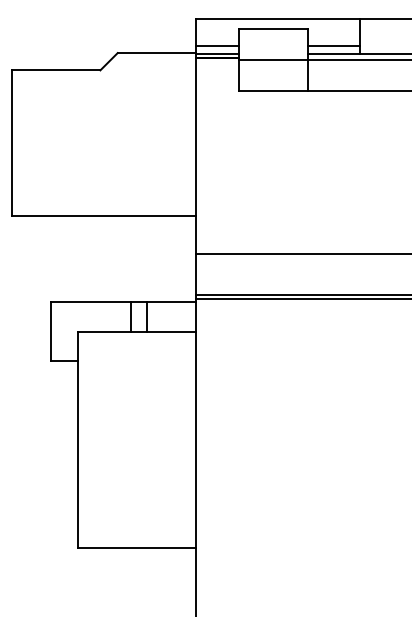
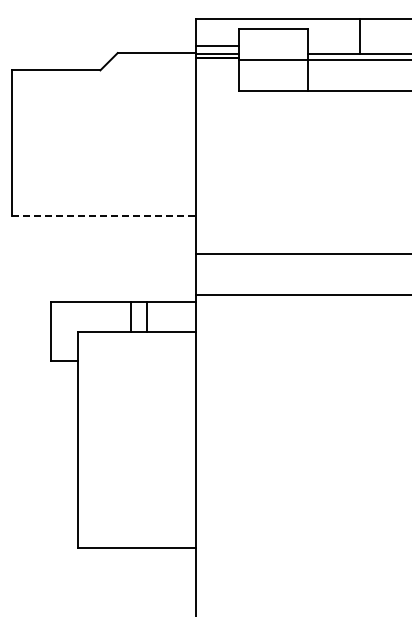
line at (334, 45): present -> none
line at (104, 215): solid -> dashed
line at (301, 298): present -> none
